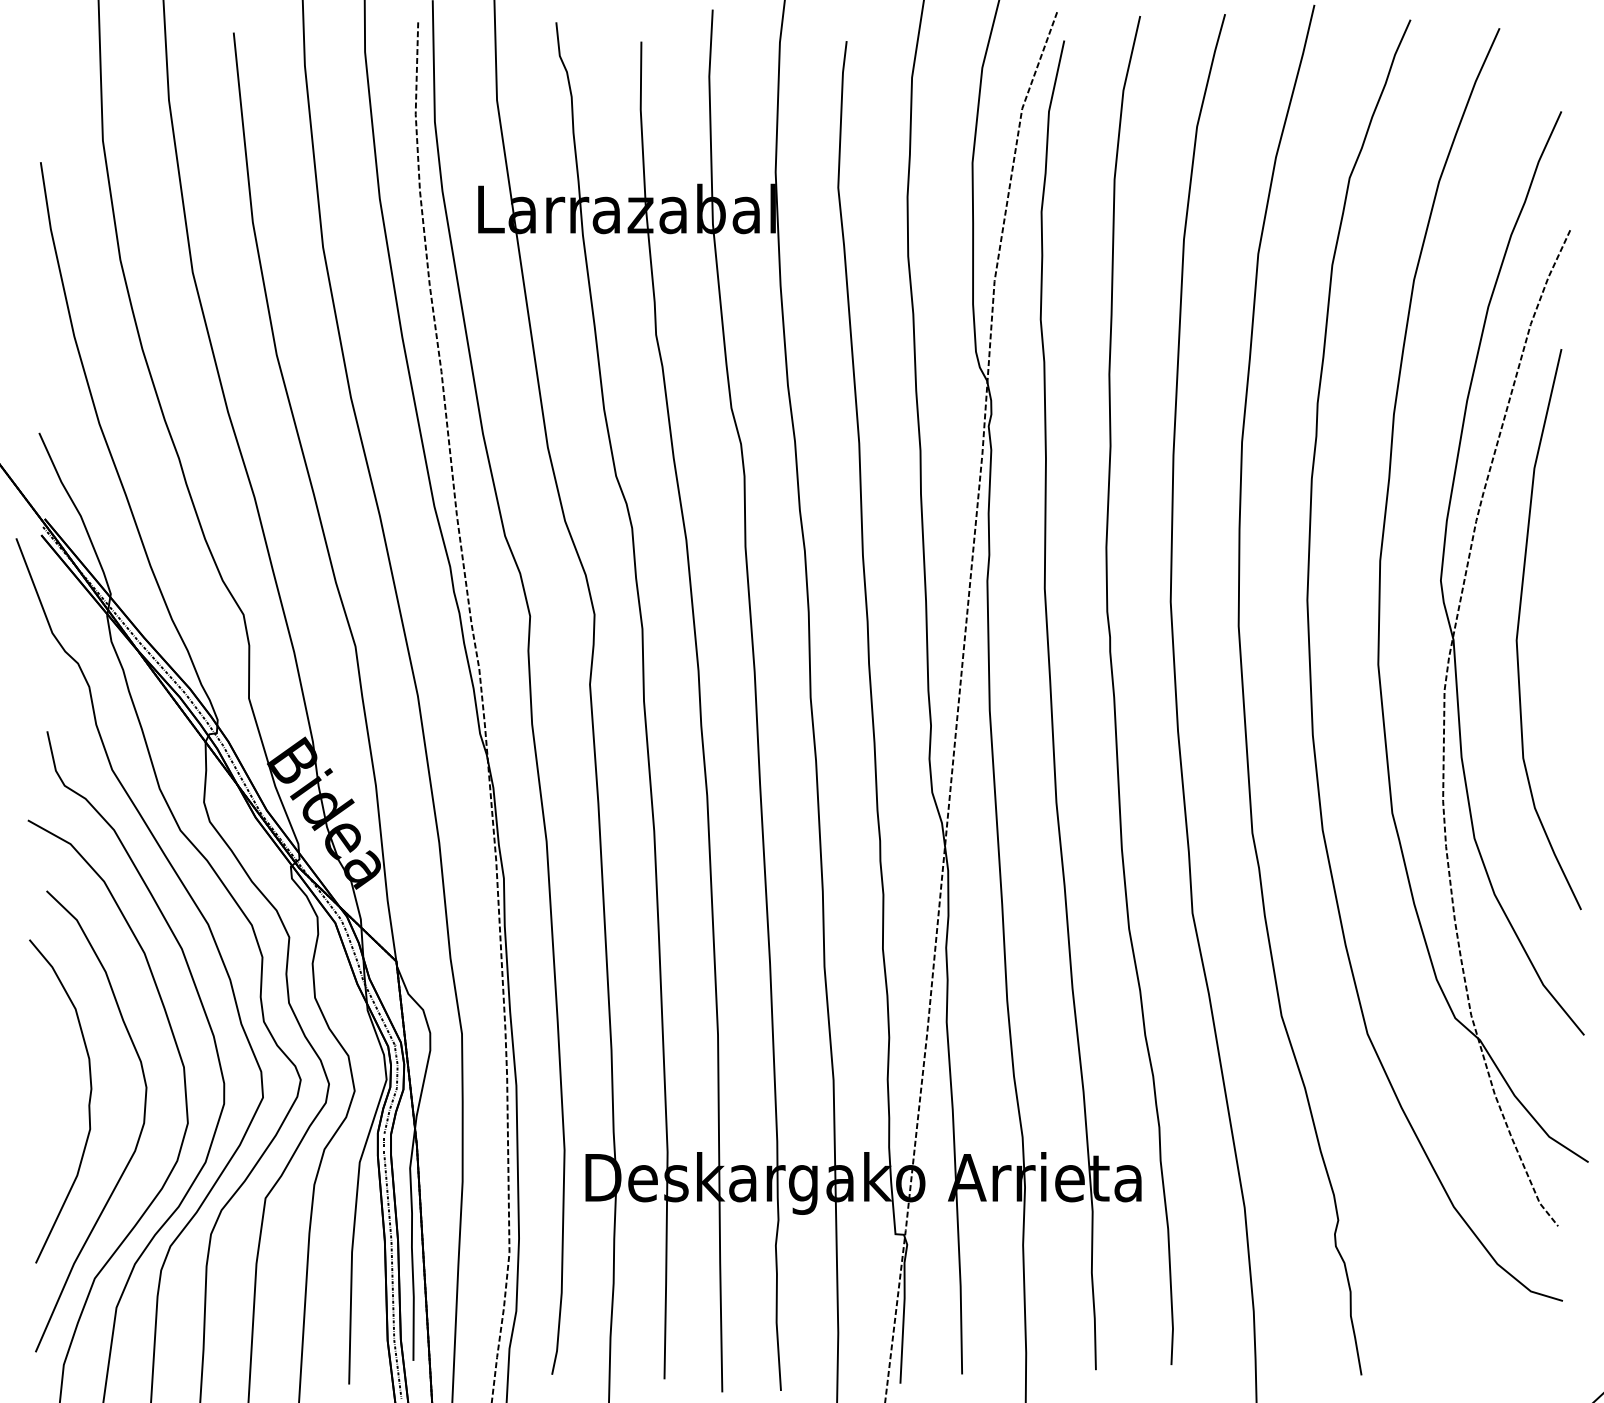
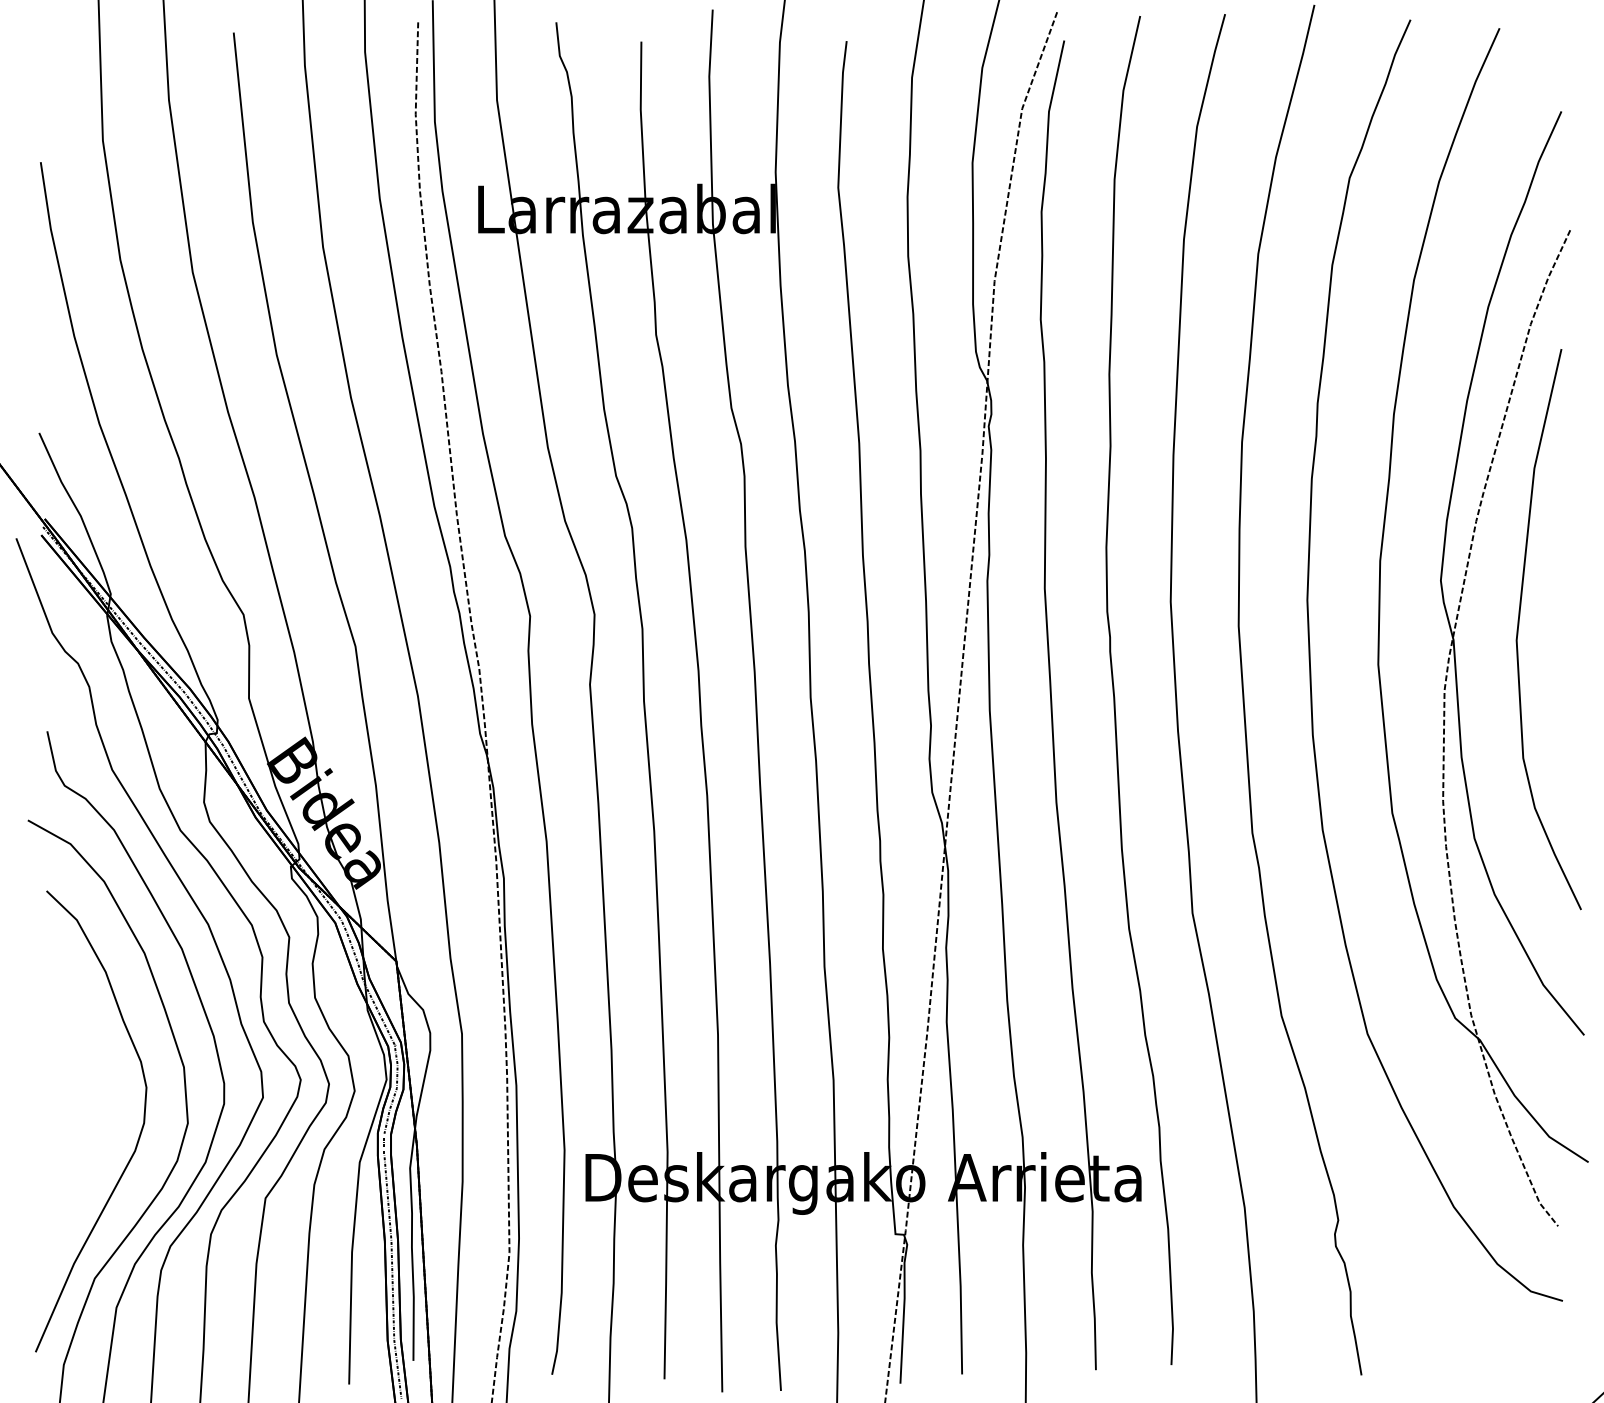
part at (88, 1101): present -> none
